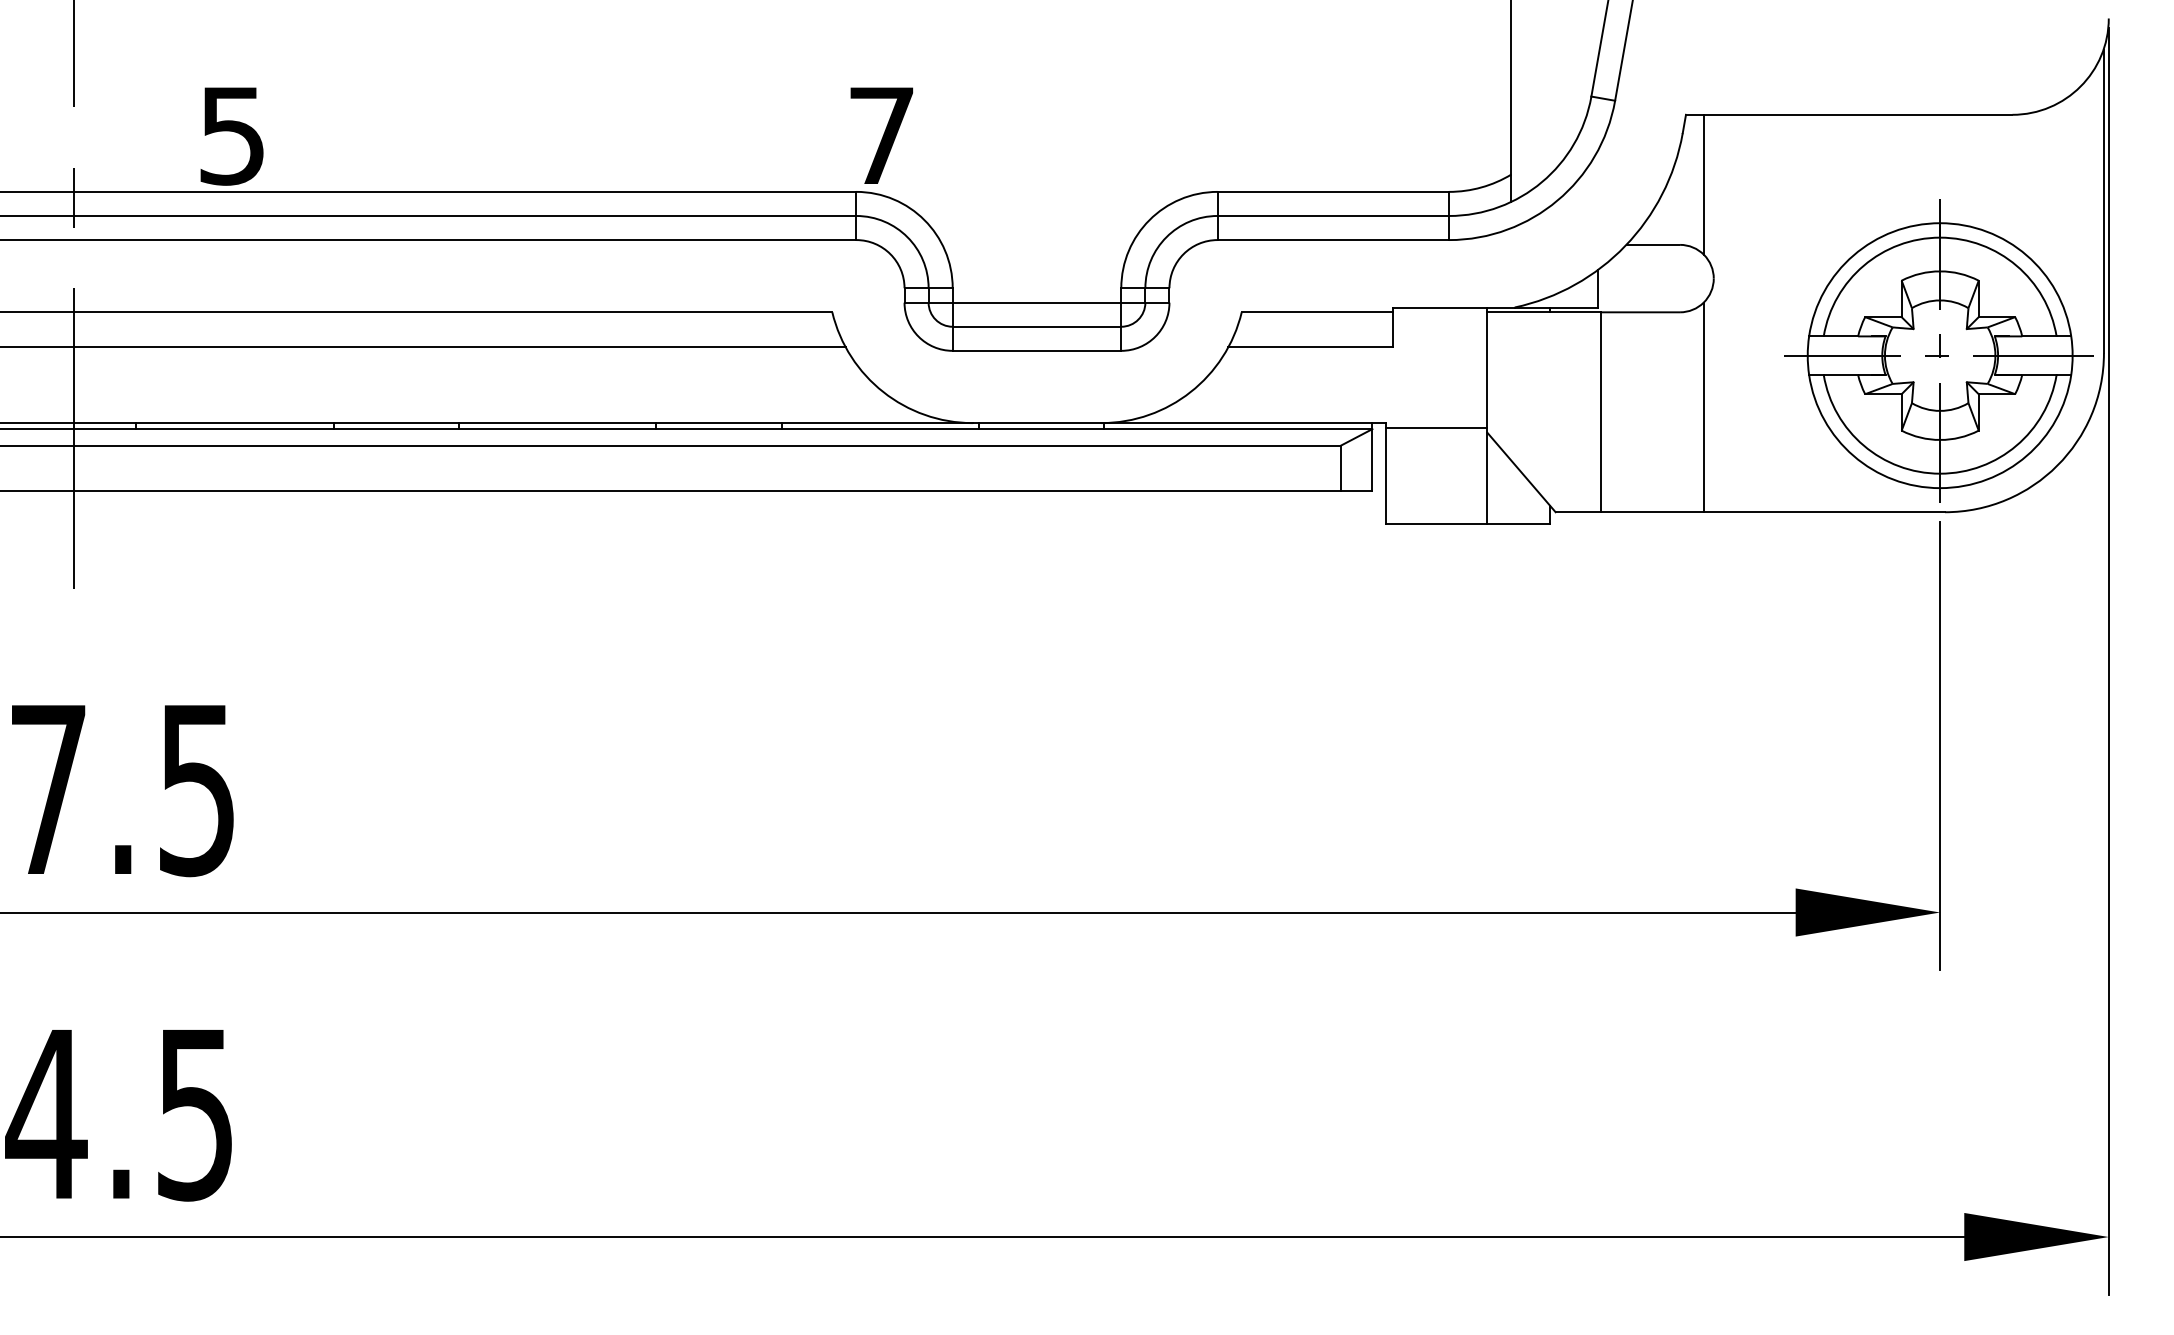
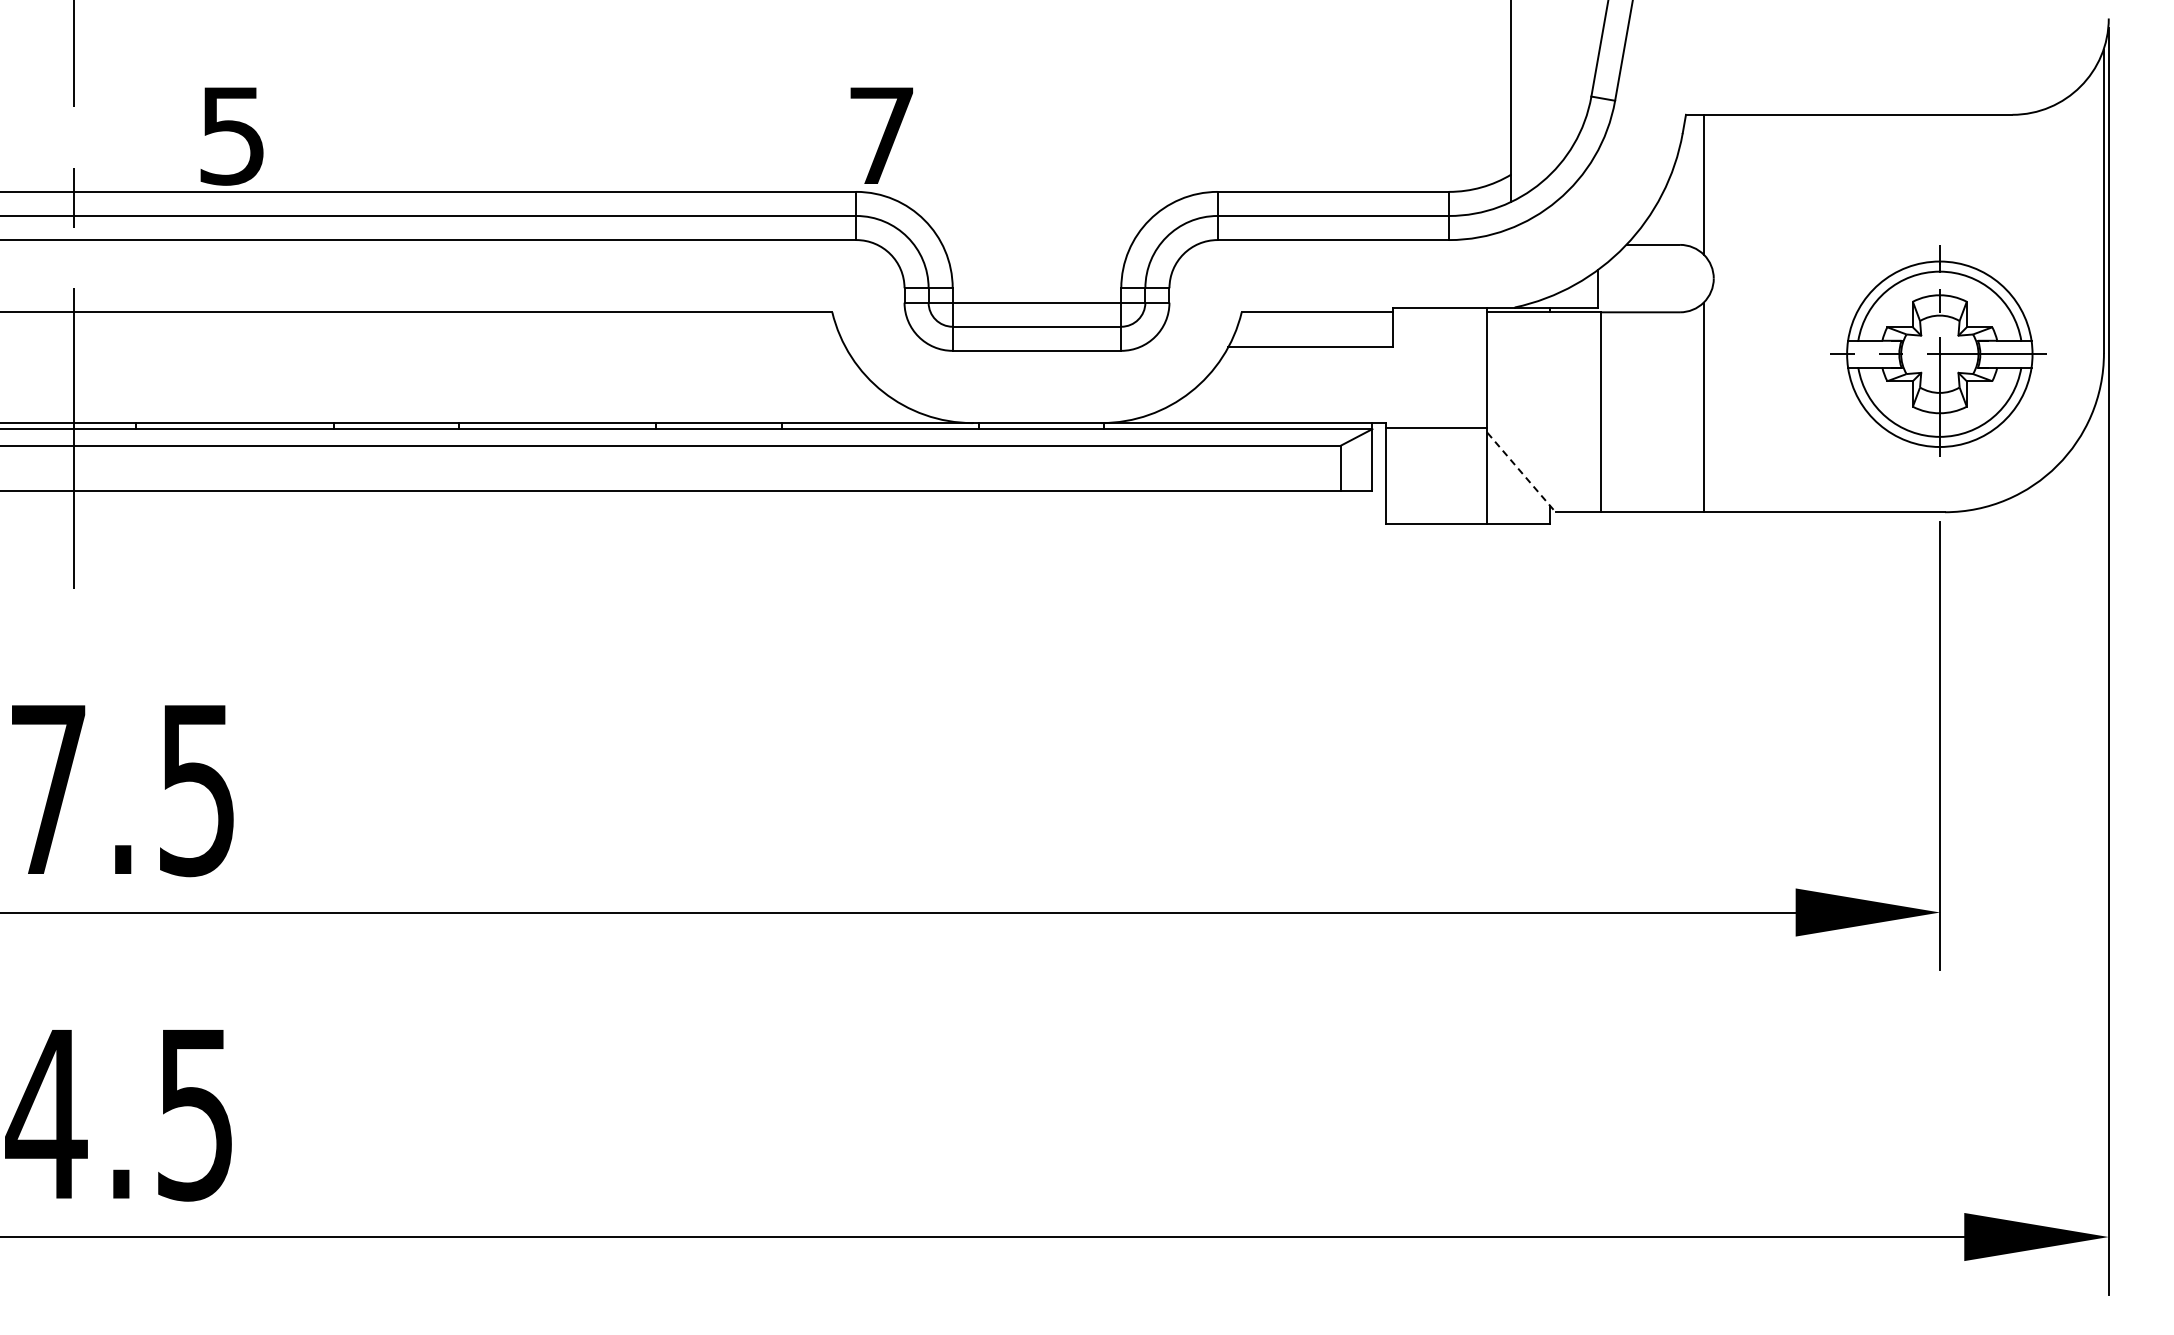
line at (423, 347): present -> none
part at (1938, 350) size: 310x304 px -> 217x212 px
line at (1521, 472): solid -> dashed
